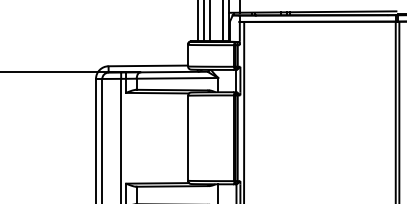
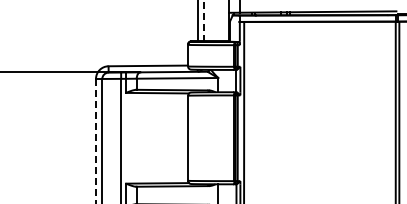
line at (203, 21): solid -> dashed
line at (210, 21): present -> none
line at (223, 21): present -> none
line at (96, 141): solid -> dashed
